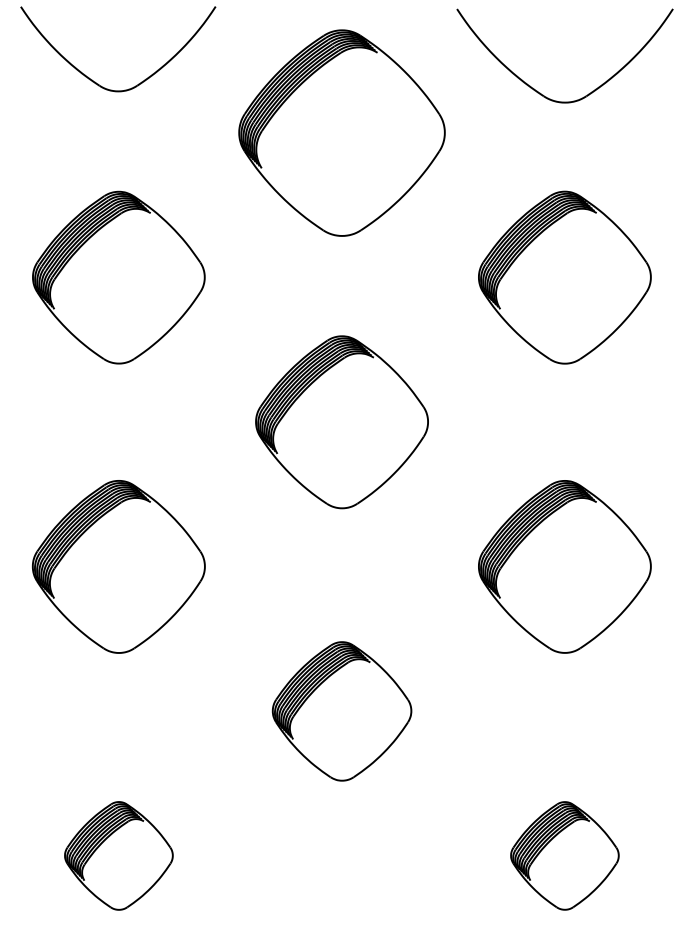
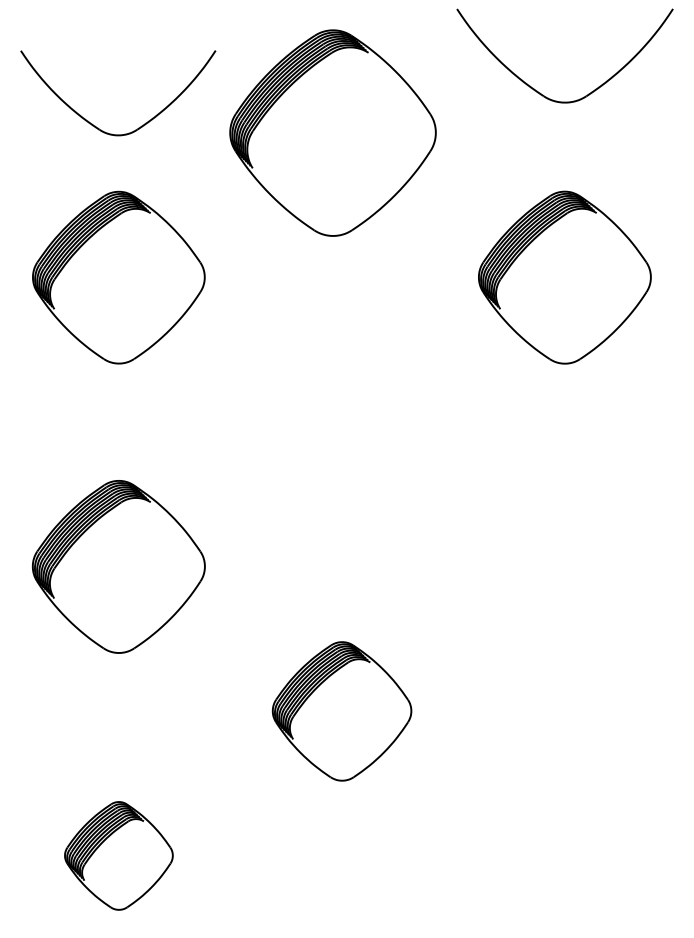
part at (95, 81) position: (95, 81) -> (95, 125)
part at (341, 132) position: (341, 132) -> (332, 132)
part at (341, 422): present -> none
part at (564, 566): present -> none
part at (564, 855): present -> none
